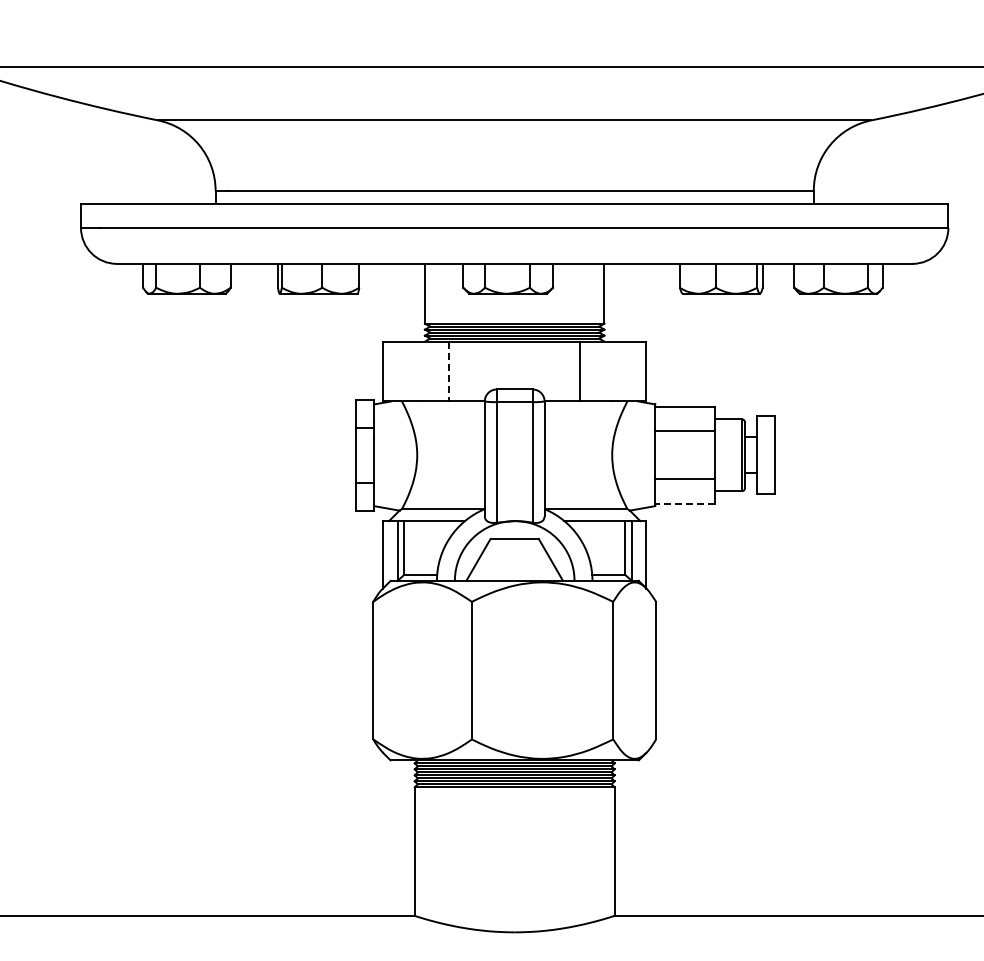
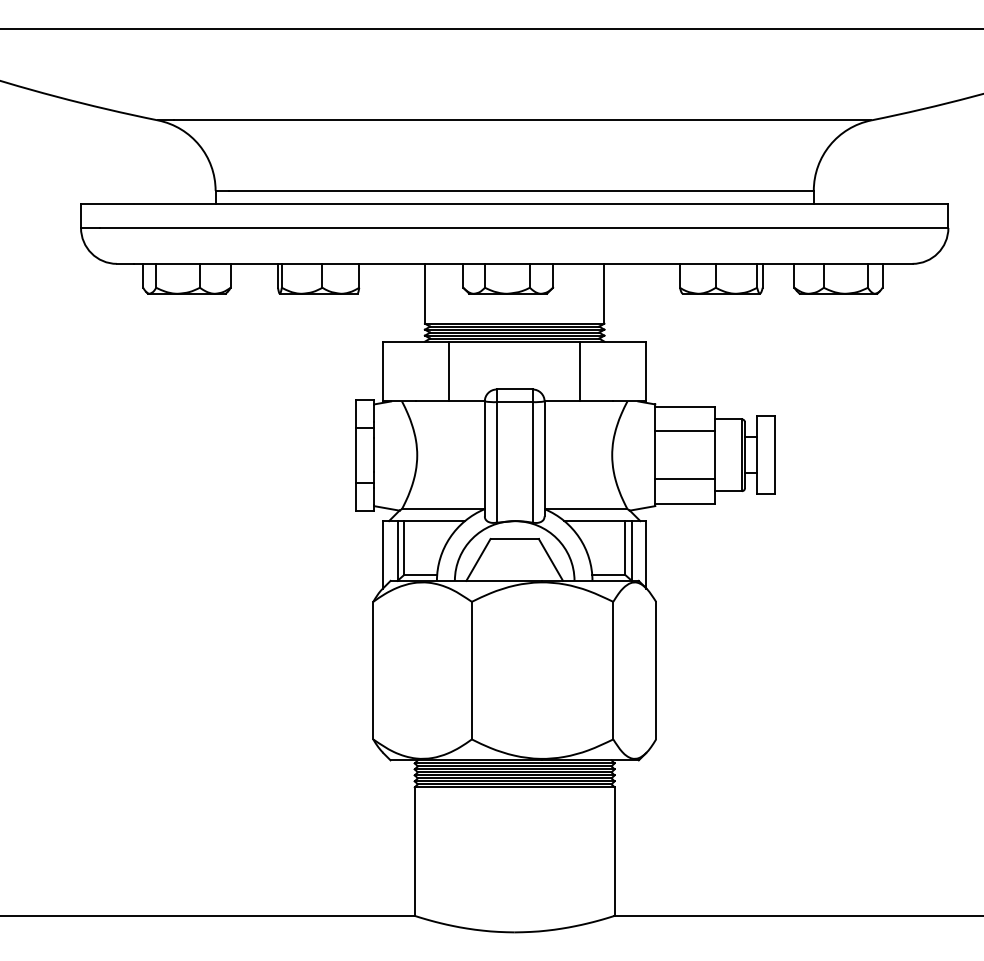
line at (491, 66) position: (491, 66) -> (491, 28)
line at (449, 371): dashed -> solid
line at (685, 503): dashed -> solid
